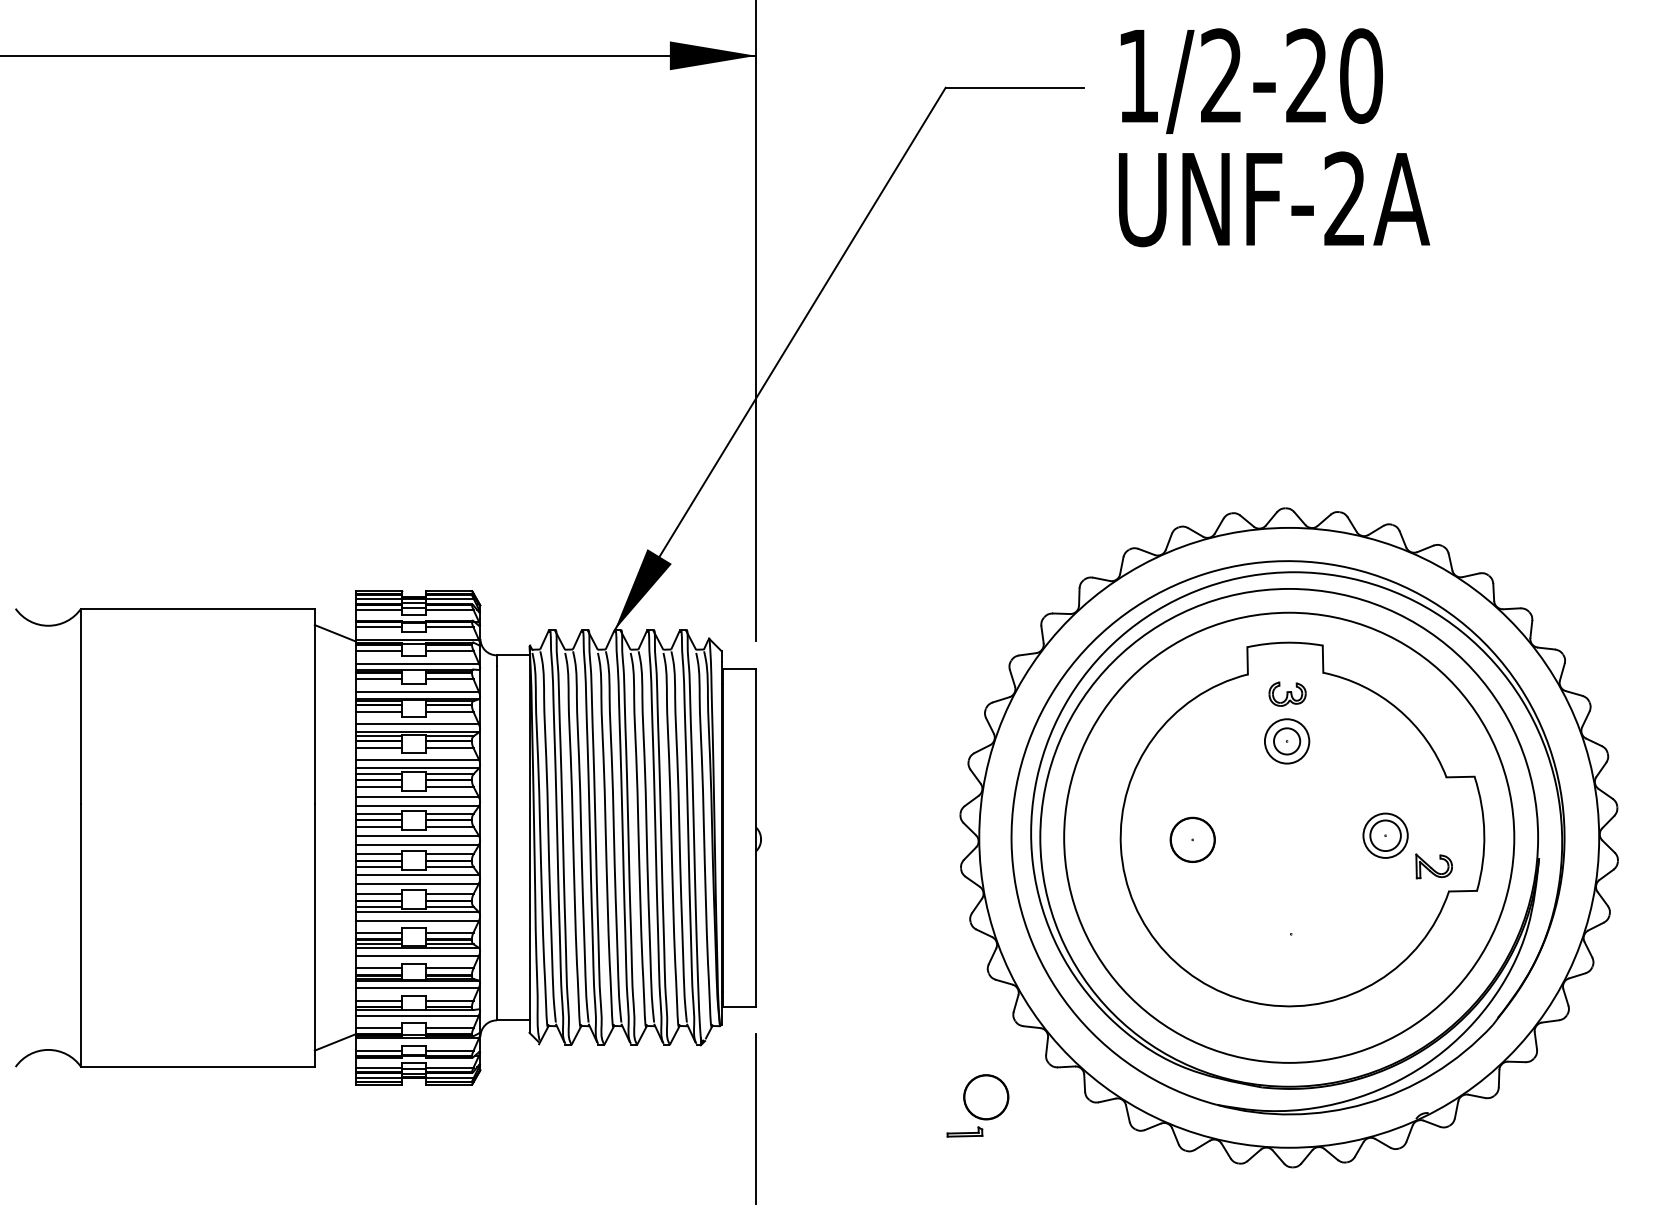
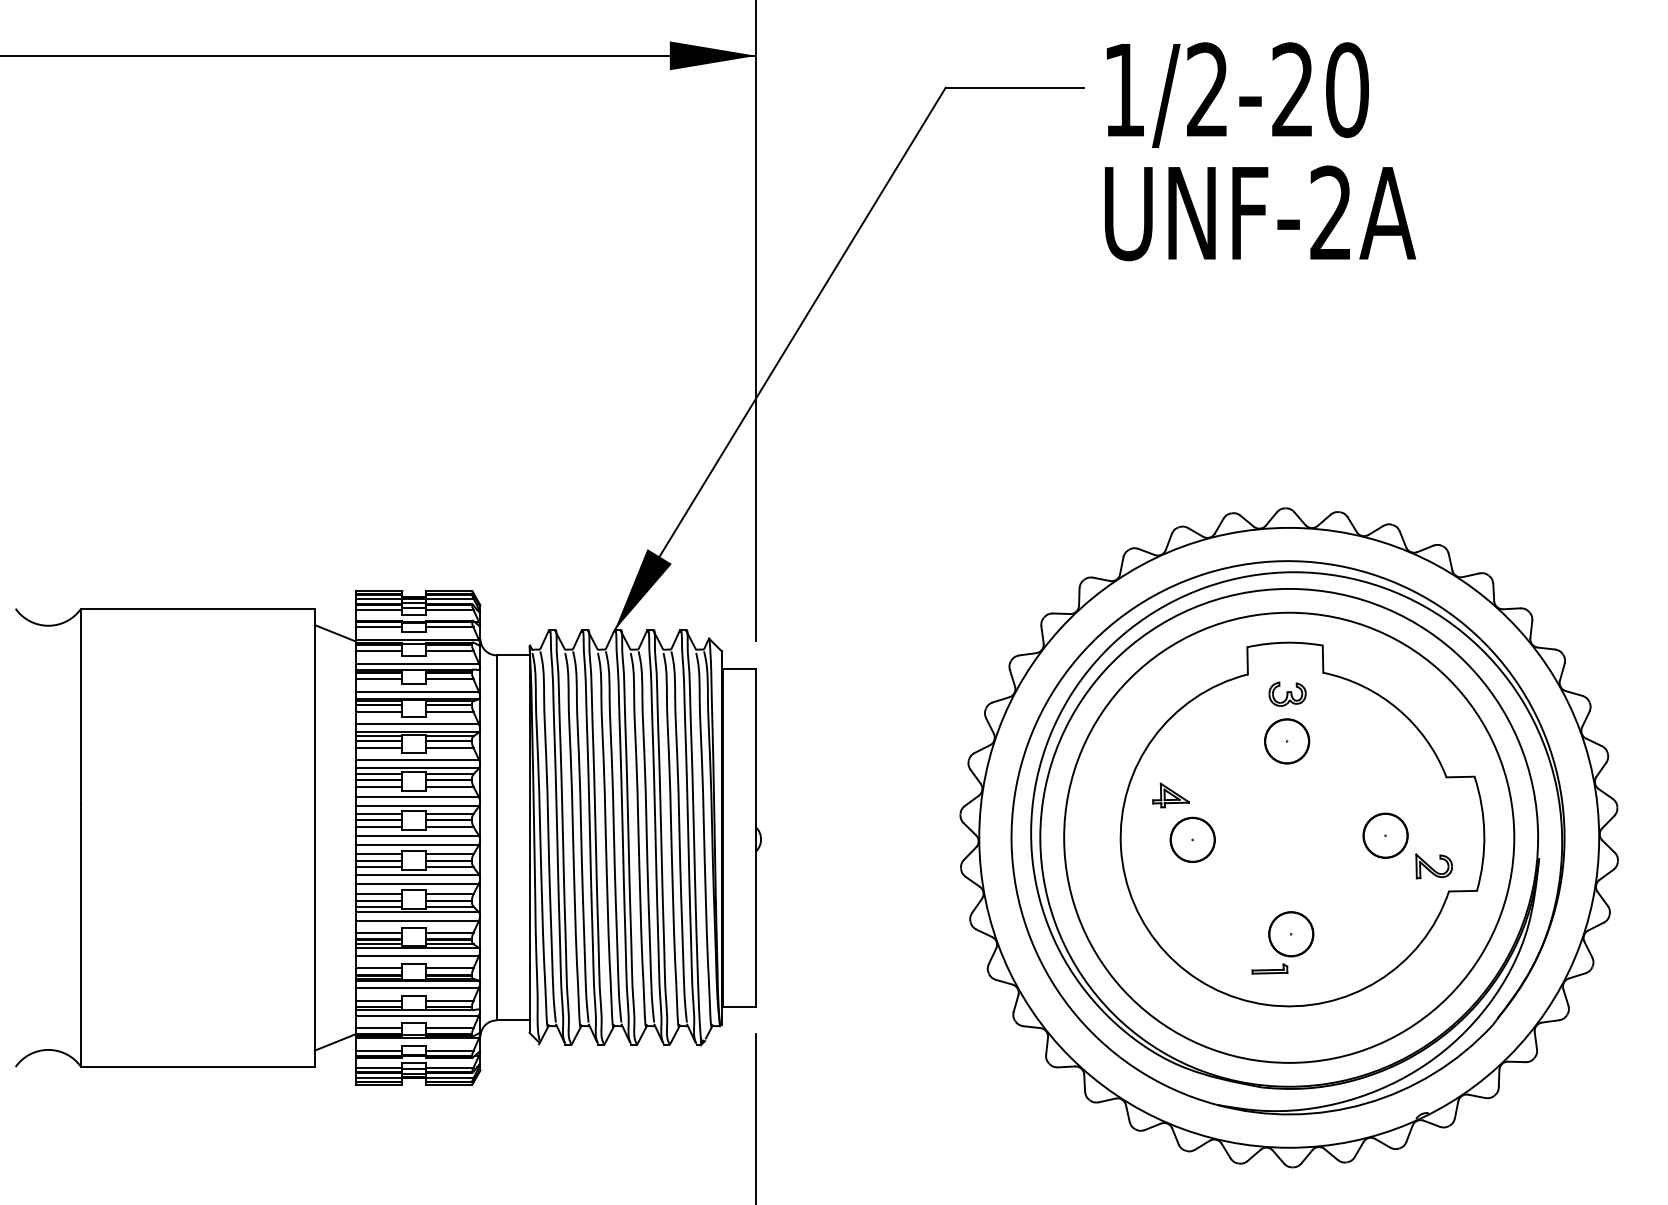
text at (1274, 137) position: (1274, 137) -> (1260, 151)
circle at (1287, 741) diameter: 26 px -> 44 px
part at (1170, 795): none -> present
circle at (1385, 835) diameter: 31 px -> 44 px
part at (977, 1105) position: (977, 1105) -> (1282, 942)
